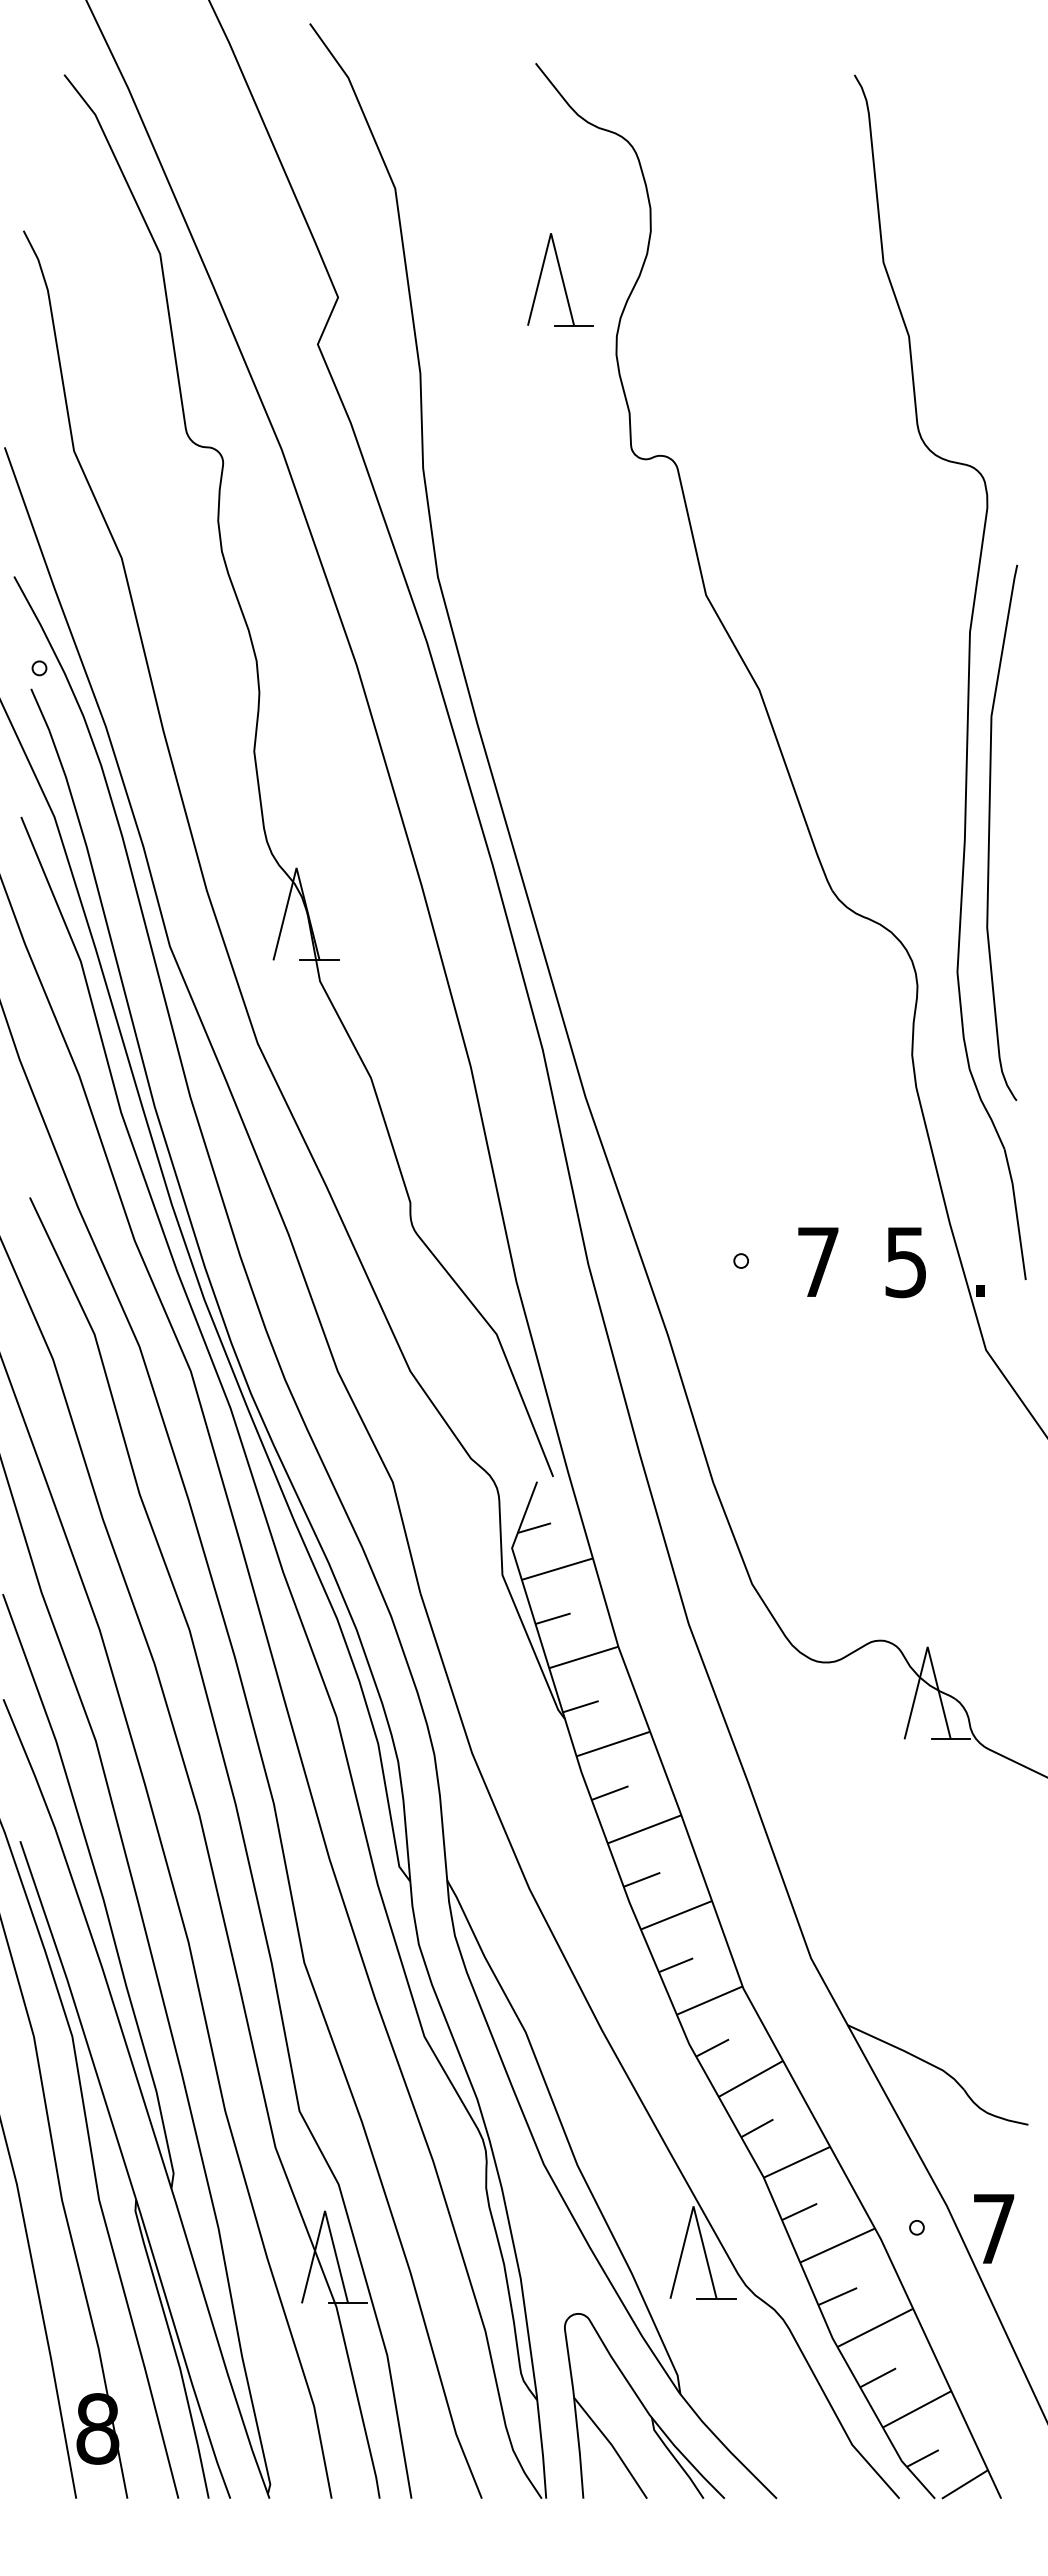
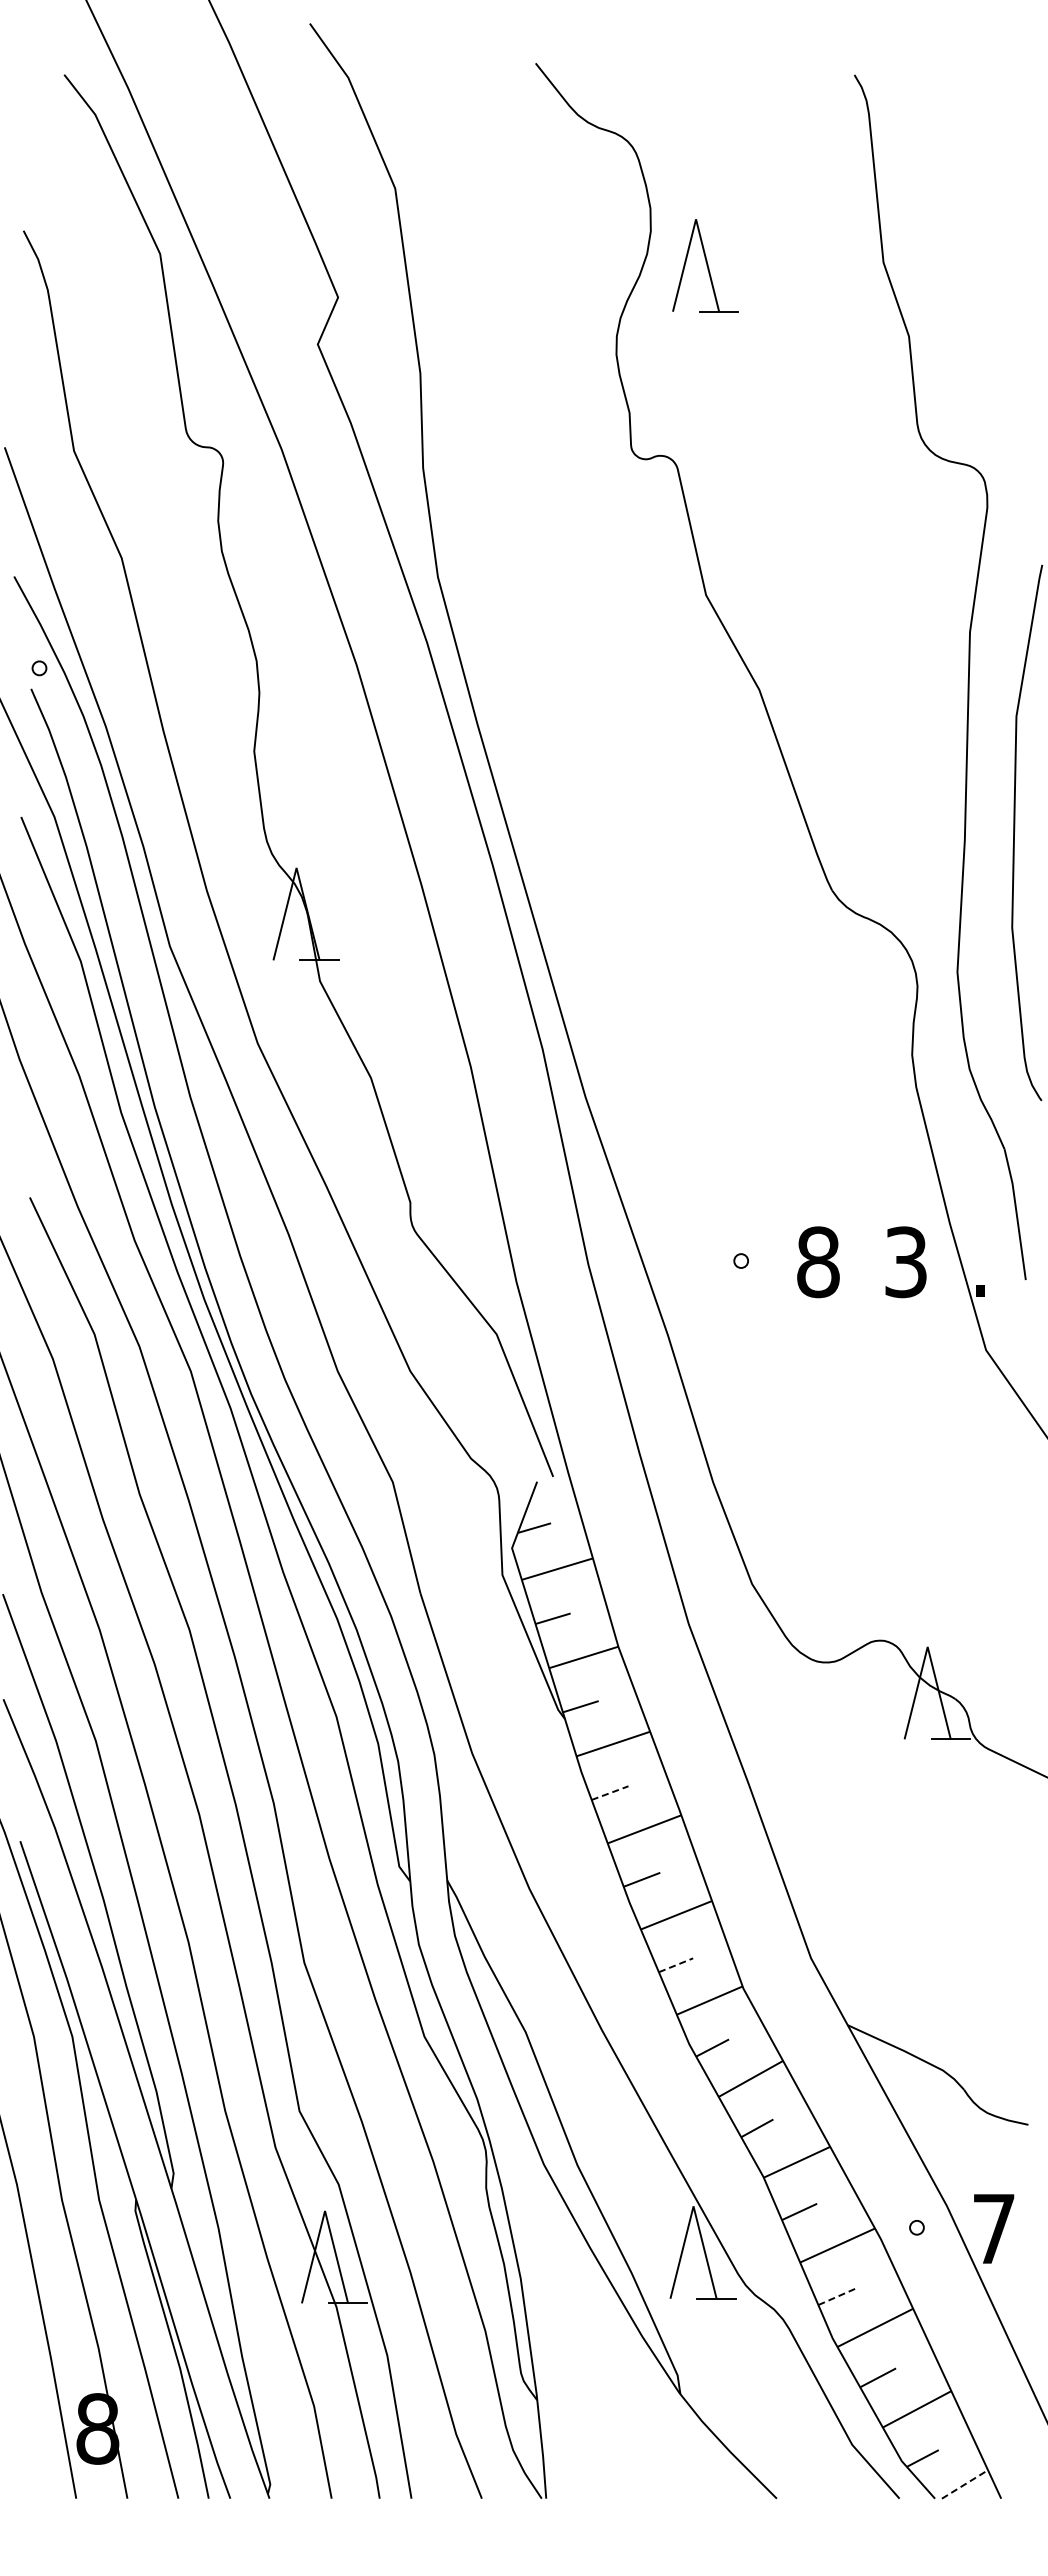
part at (560, 279) position: (560, 279) -> (705, 265)
curve at (990, 830) position: (990, 830) -> (1015, 830)
text at (905, 1261): 5 -> 3
text at (818, 1262): 7 -> 8
line at (610, 1793): solid -> dashed
line at (676, 1965): solid -> dashed
line at (838, 2296): solid -> dashed
part at (644, 2405): present -> none
line at (965, 2484): solid -> dashed
